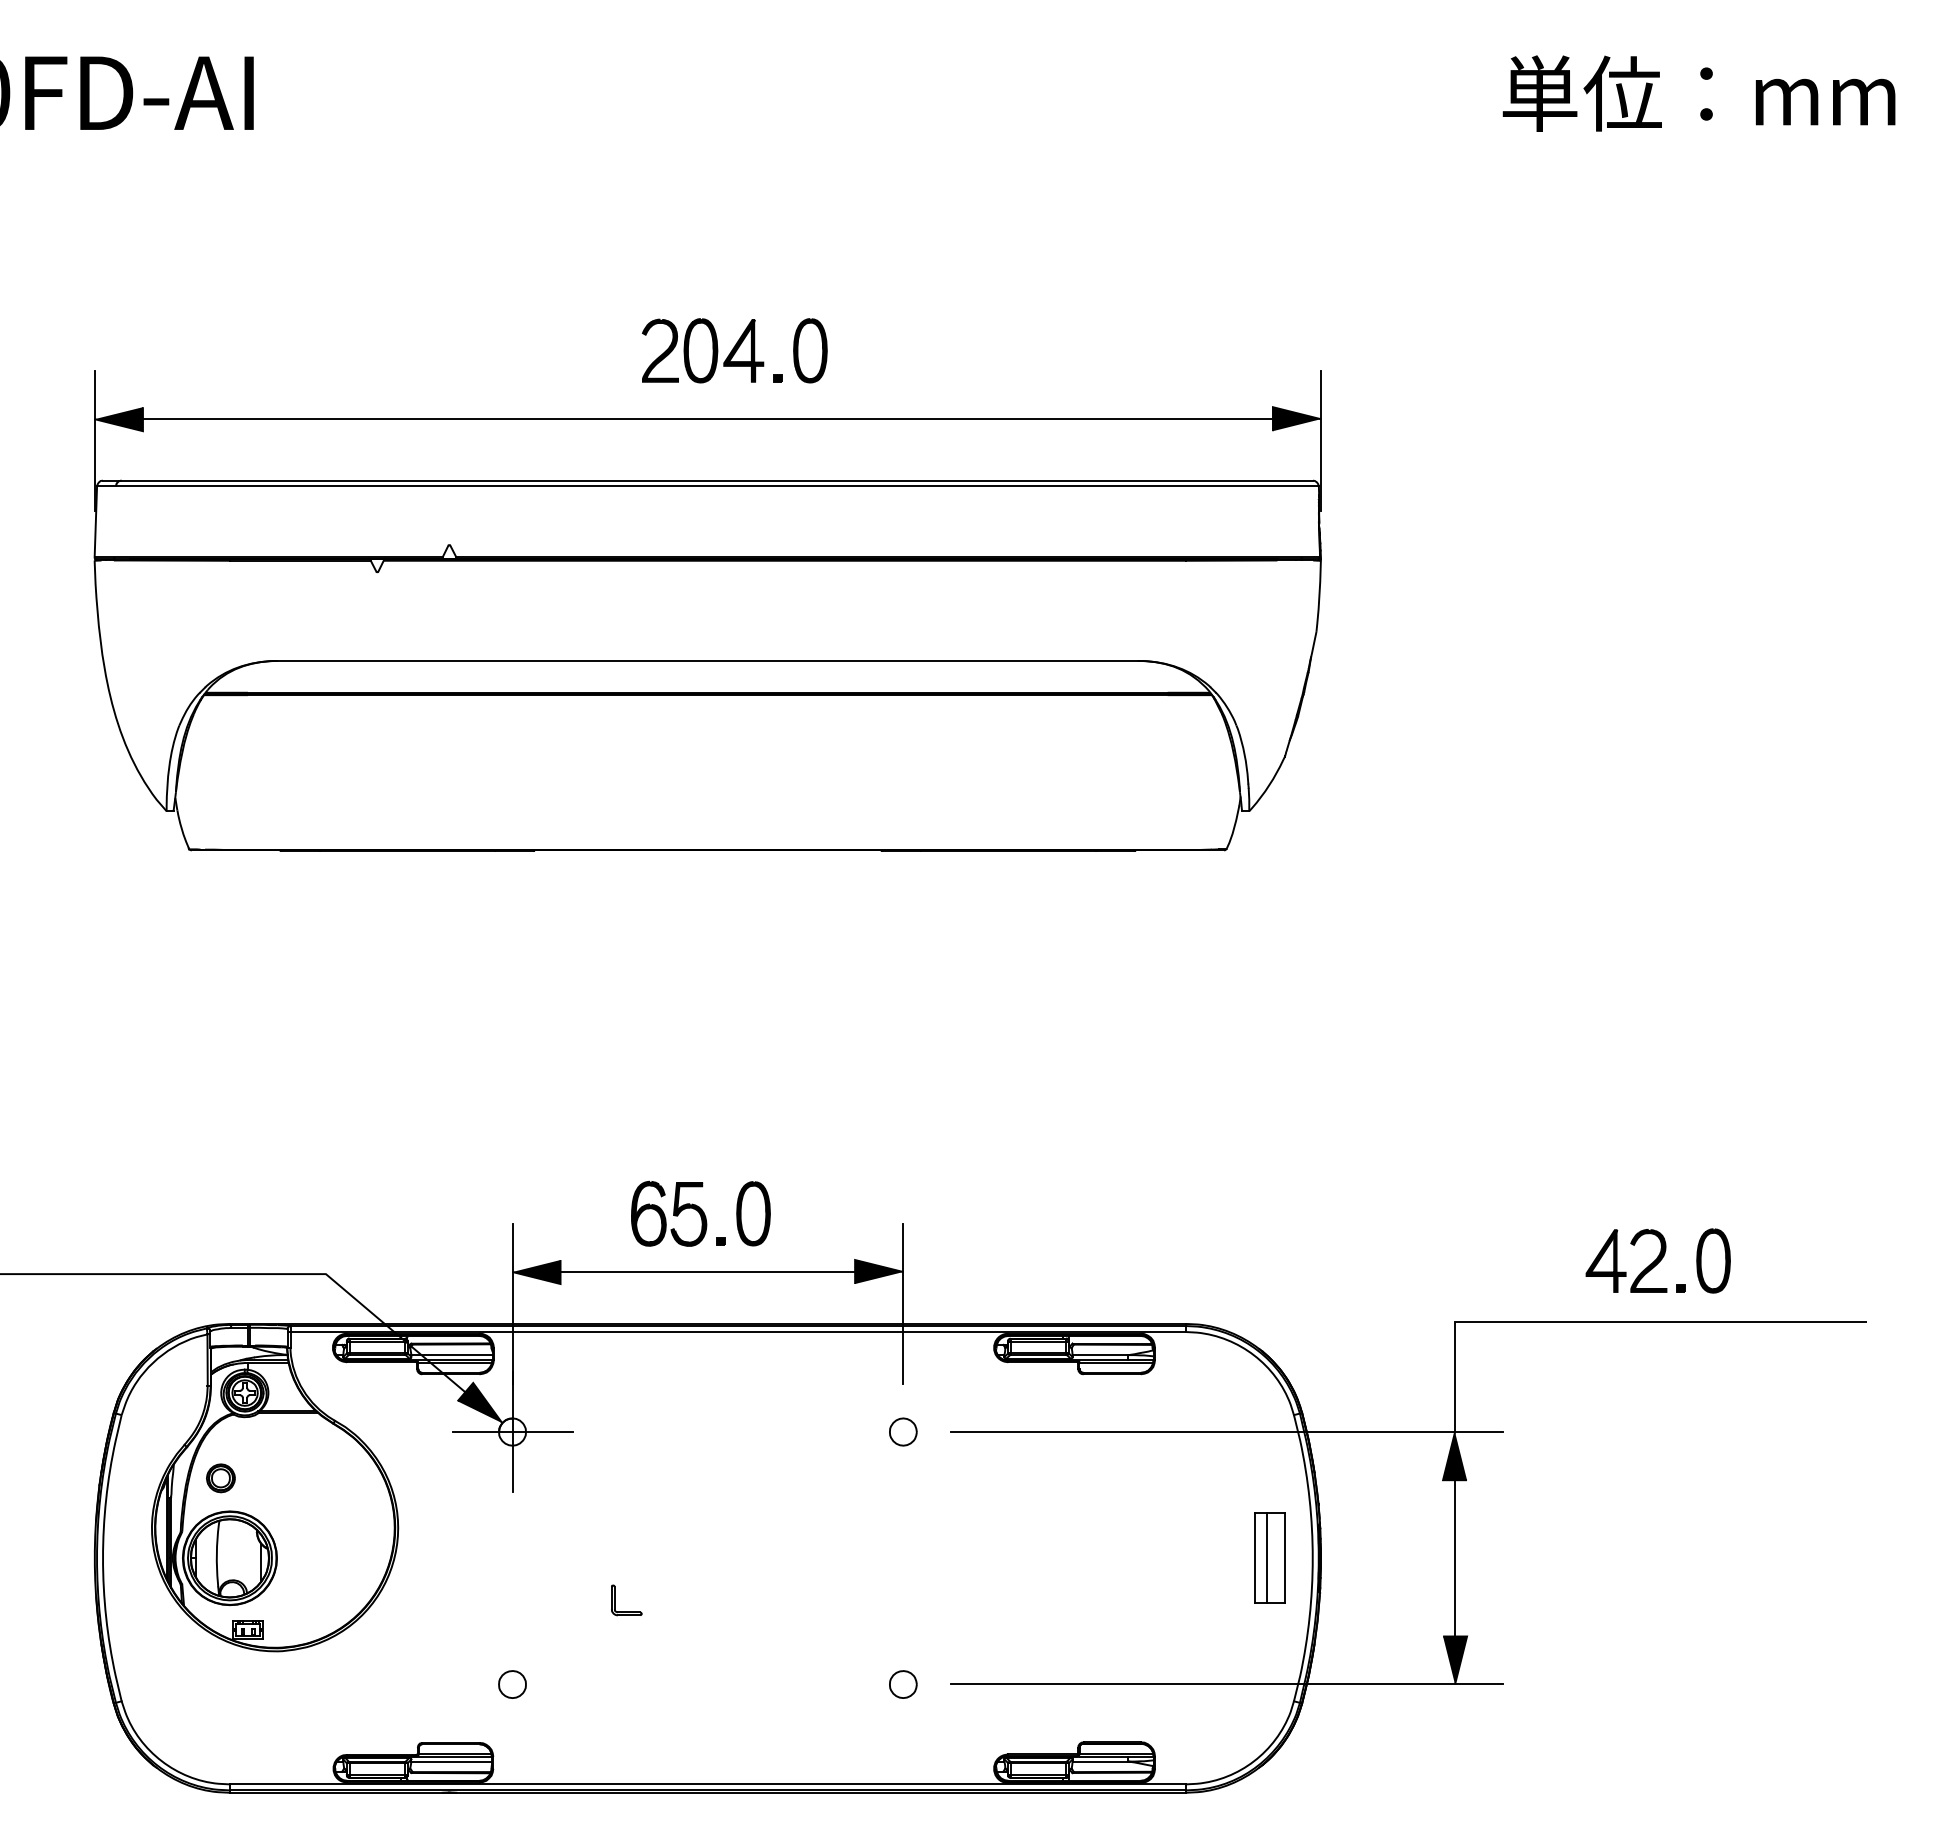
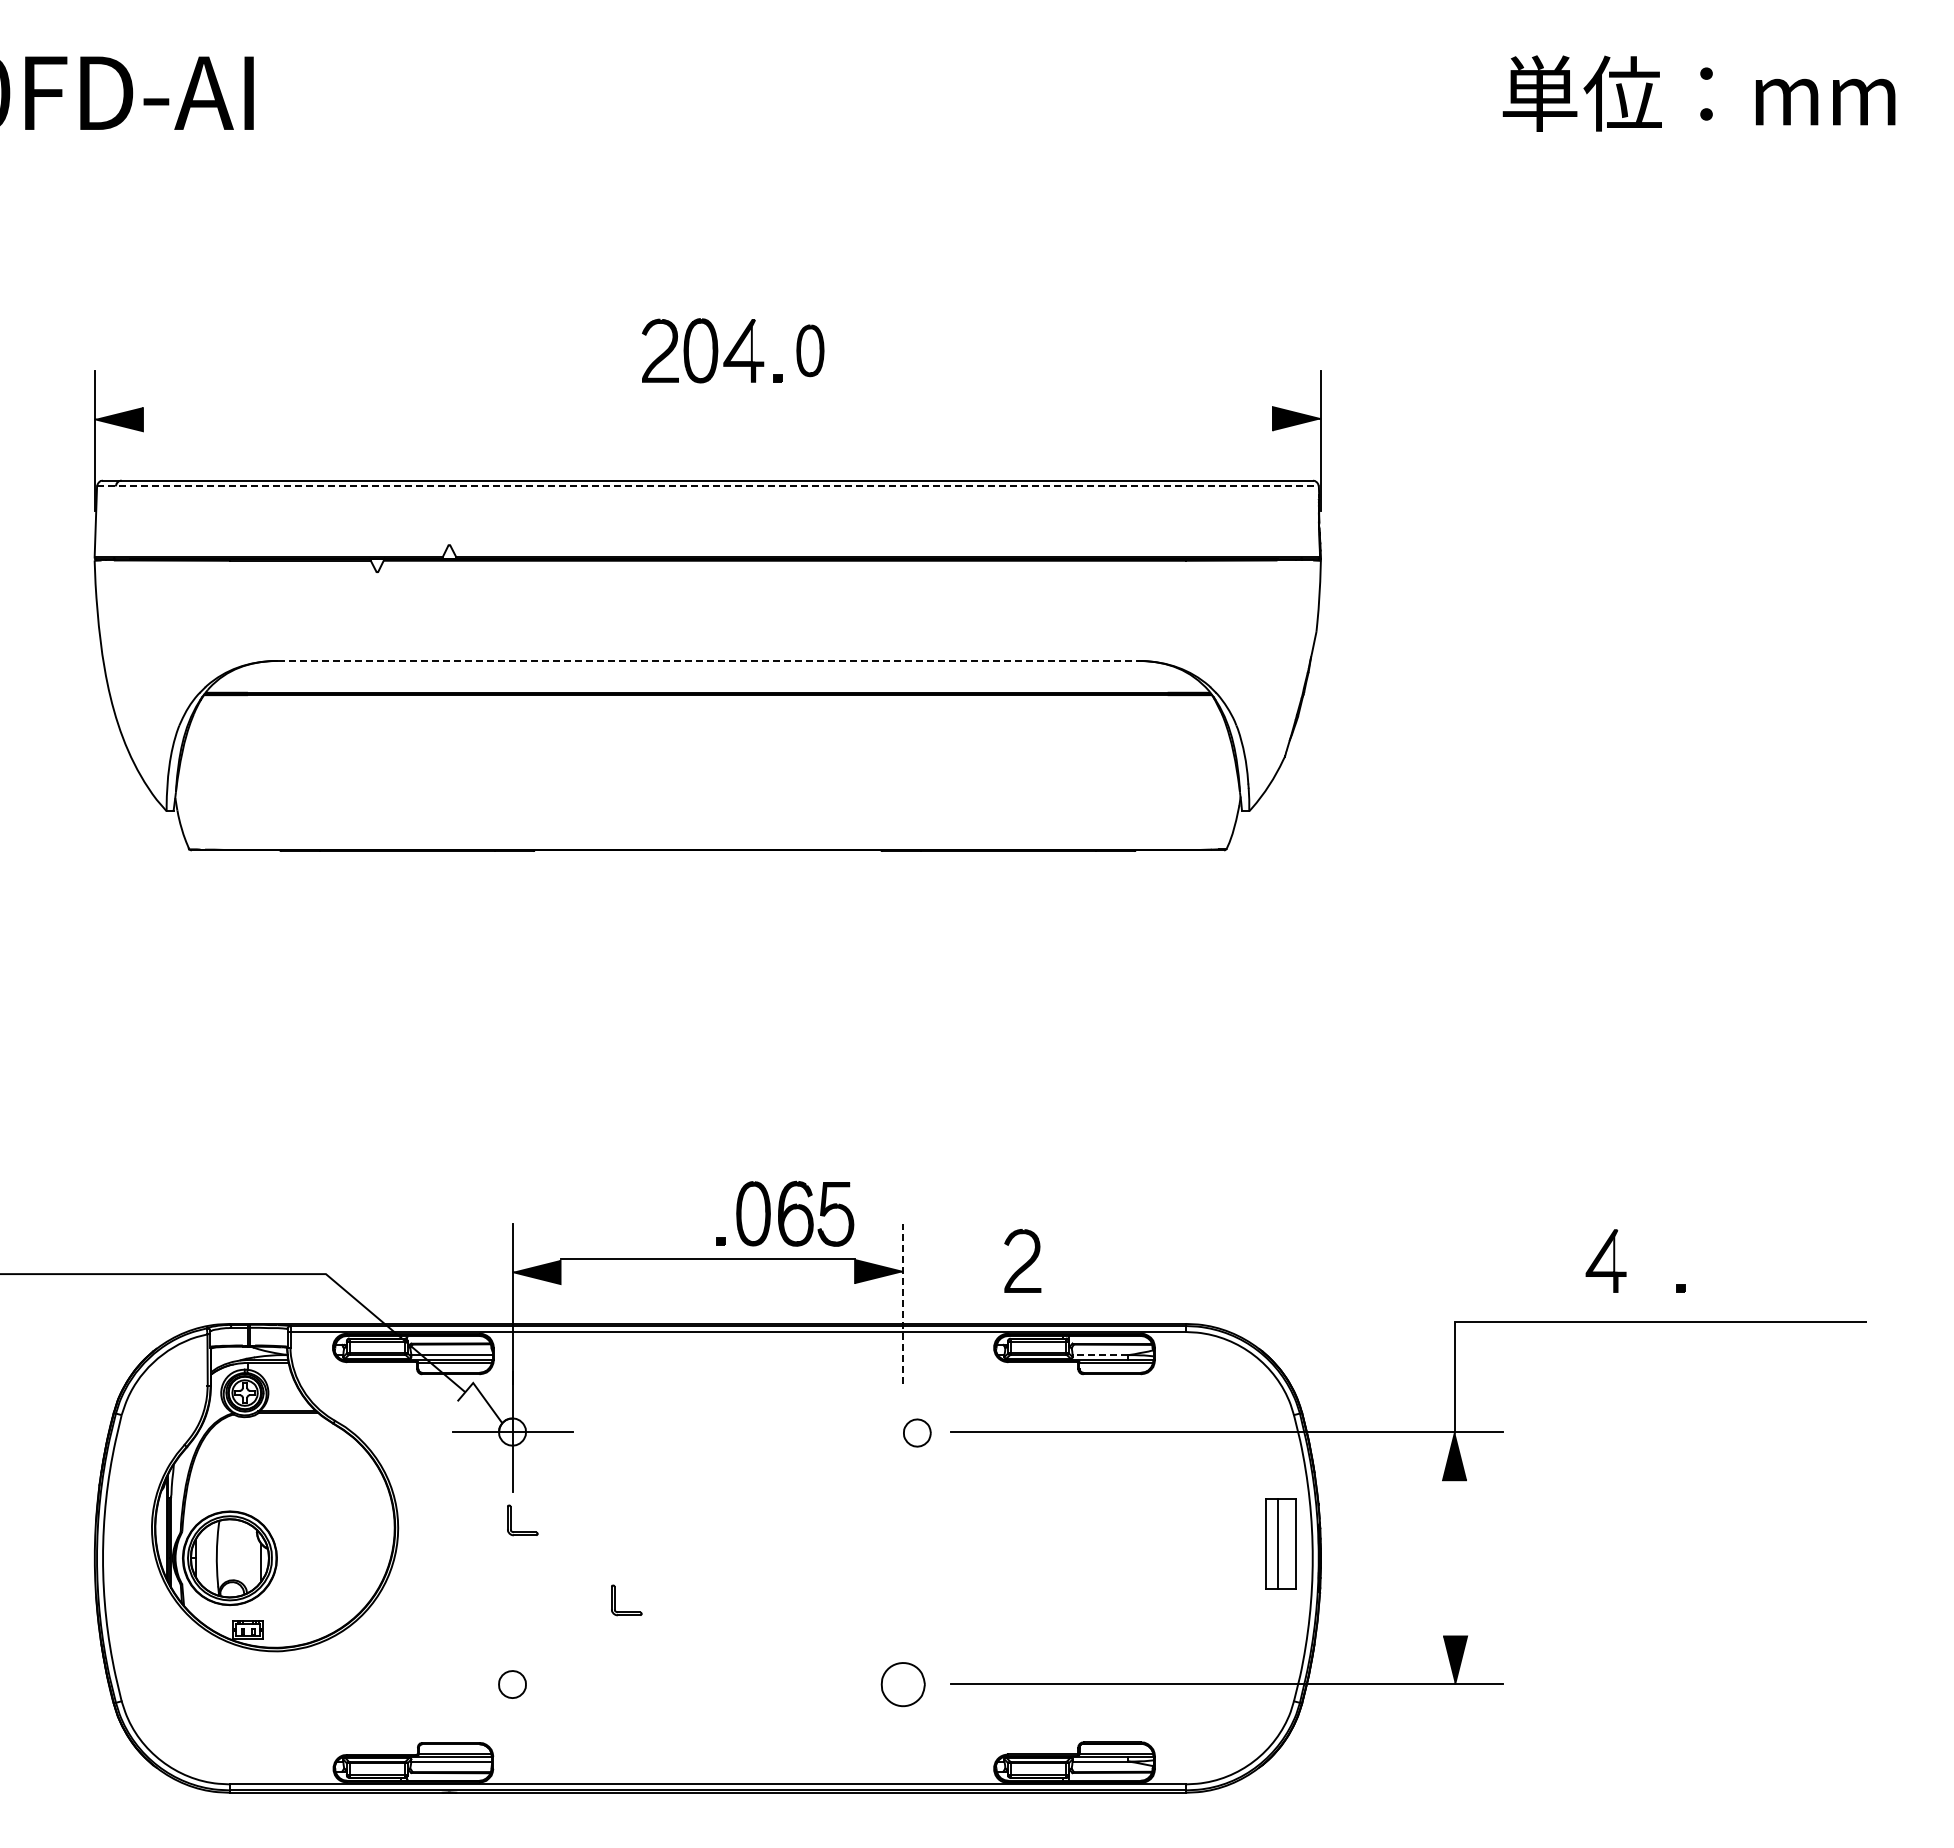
fill at (741, 341): present -> none
part at (810, 350) size: 35x66 px -> 29x54 px
line at (707, 419): present -> none
line at (707, 486): solid -> dashed
line at (707, 660): solid -> dashed
part at (669, 1213) position: (669, 1213) -> (816, 1213)
fill at (1603, 1251): present -> none
part at (1648, 1260) position: (1648, 1260) -> (1022, 1260)
part at (1713, 1260): present -> none
line at (707, 1272) position: (707, 1272) -> (707, 1259)
line at (903, 1303): solid -> dashed
line at (1100, 1355): solid -> dashed
fill at (479, 1403): present -> none
part at (903, 1431) position: (903, 1431) -> (917, 1432)
part at (220, 1478): present -> none
part at (511, 1520): none -> present
part at (1269, 1557) position: (1269, 1557) -> (1280, 1543)
line at (1455, 1558): present -> none
part at (903, 1684) size: 29x29 px -> 46x46 px
